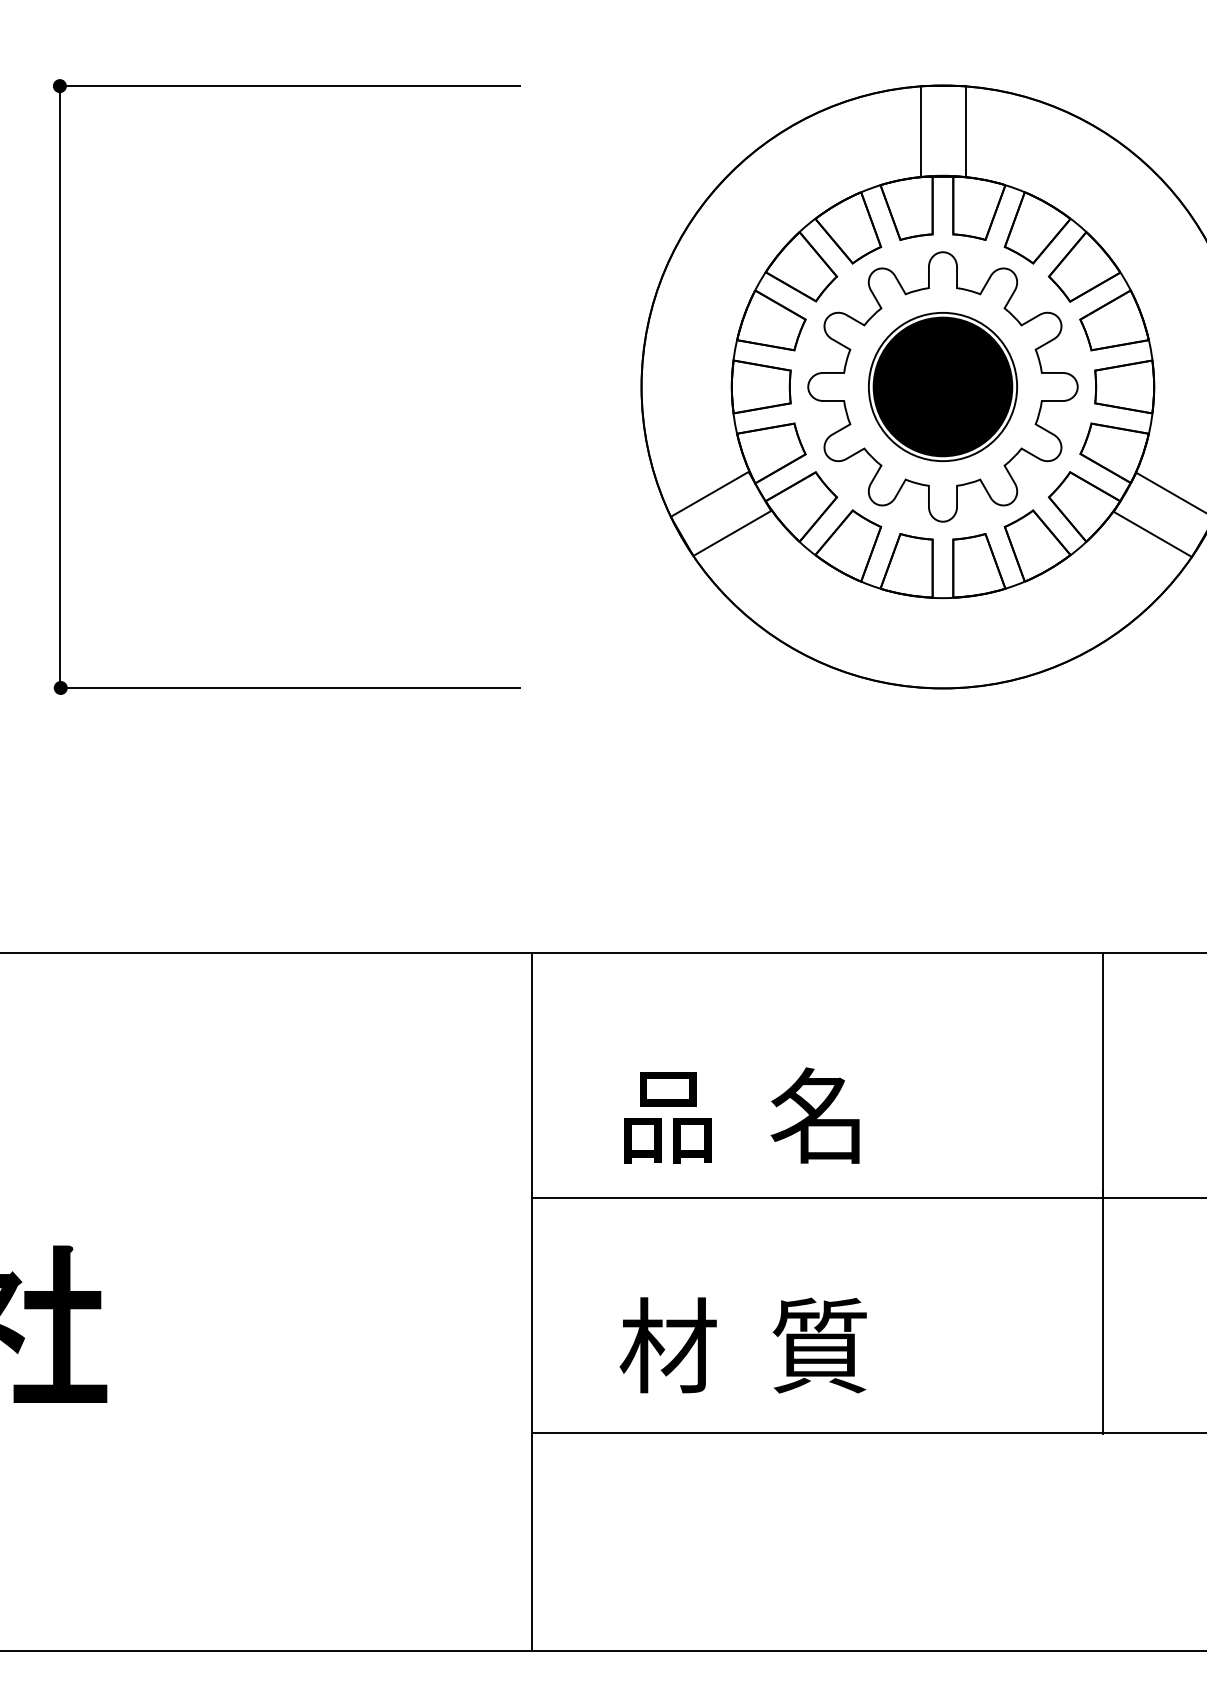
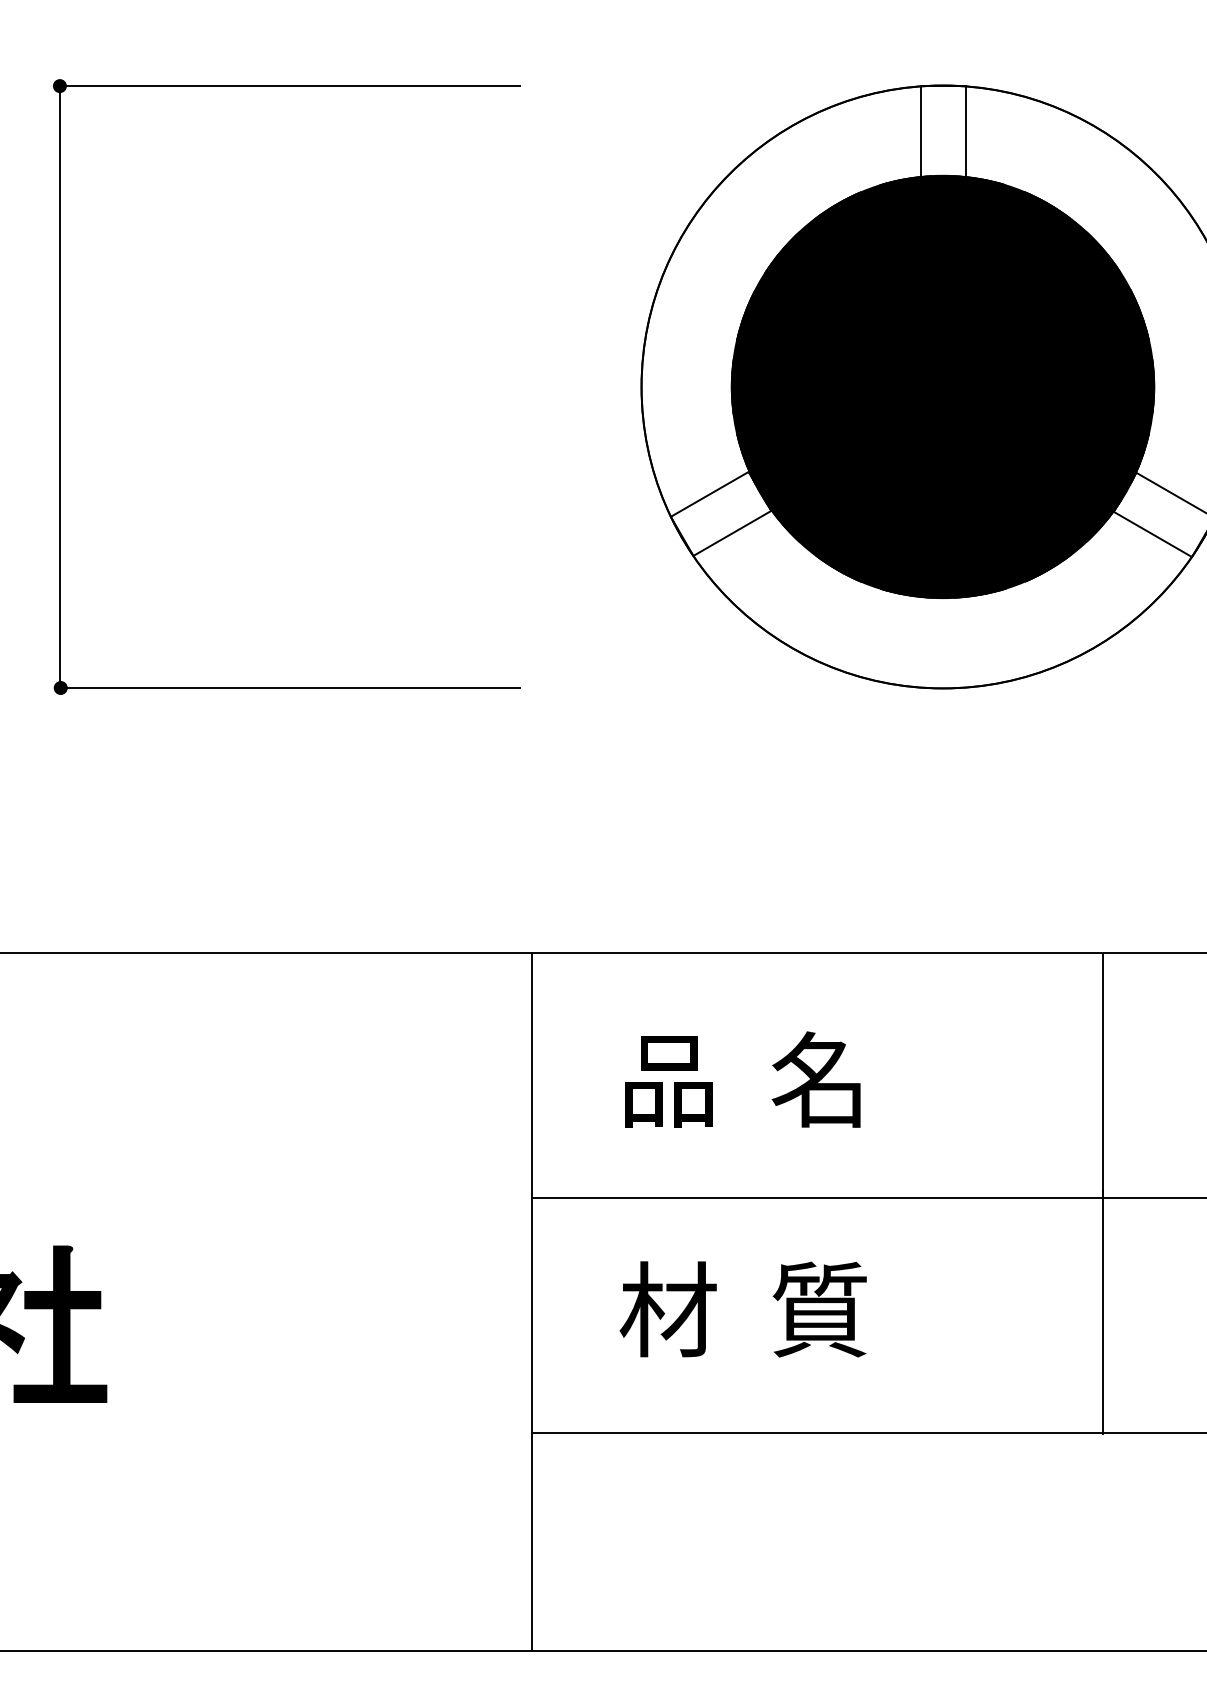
fill at (942, 386): none -> present
text at (741, 1115) position: (741, 1115) -> (742, 1079)
text at (742, 1345) position: (742, 1345) -> (742, 1309)
